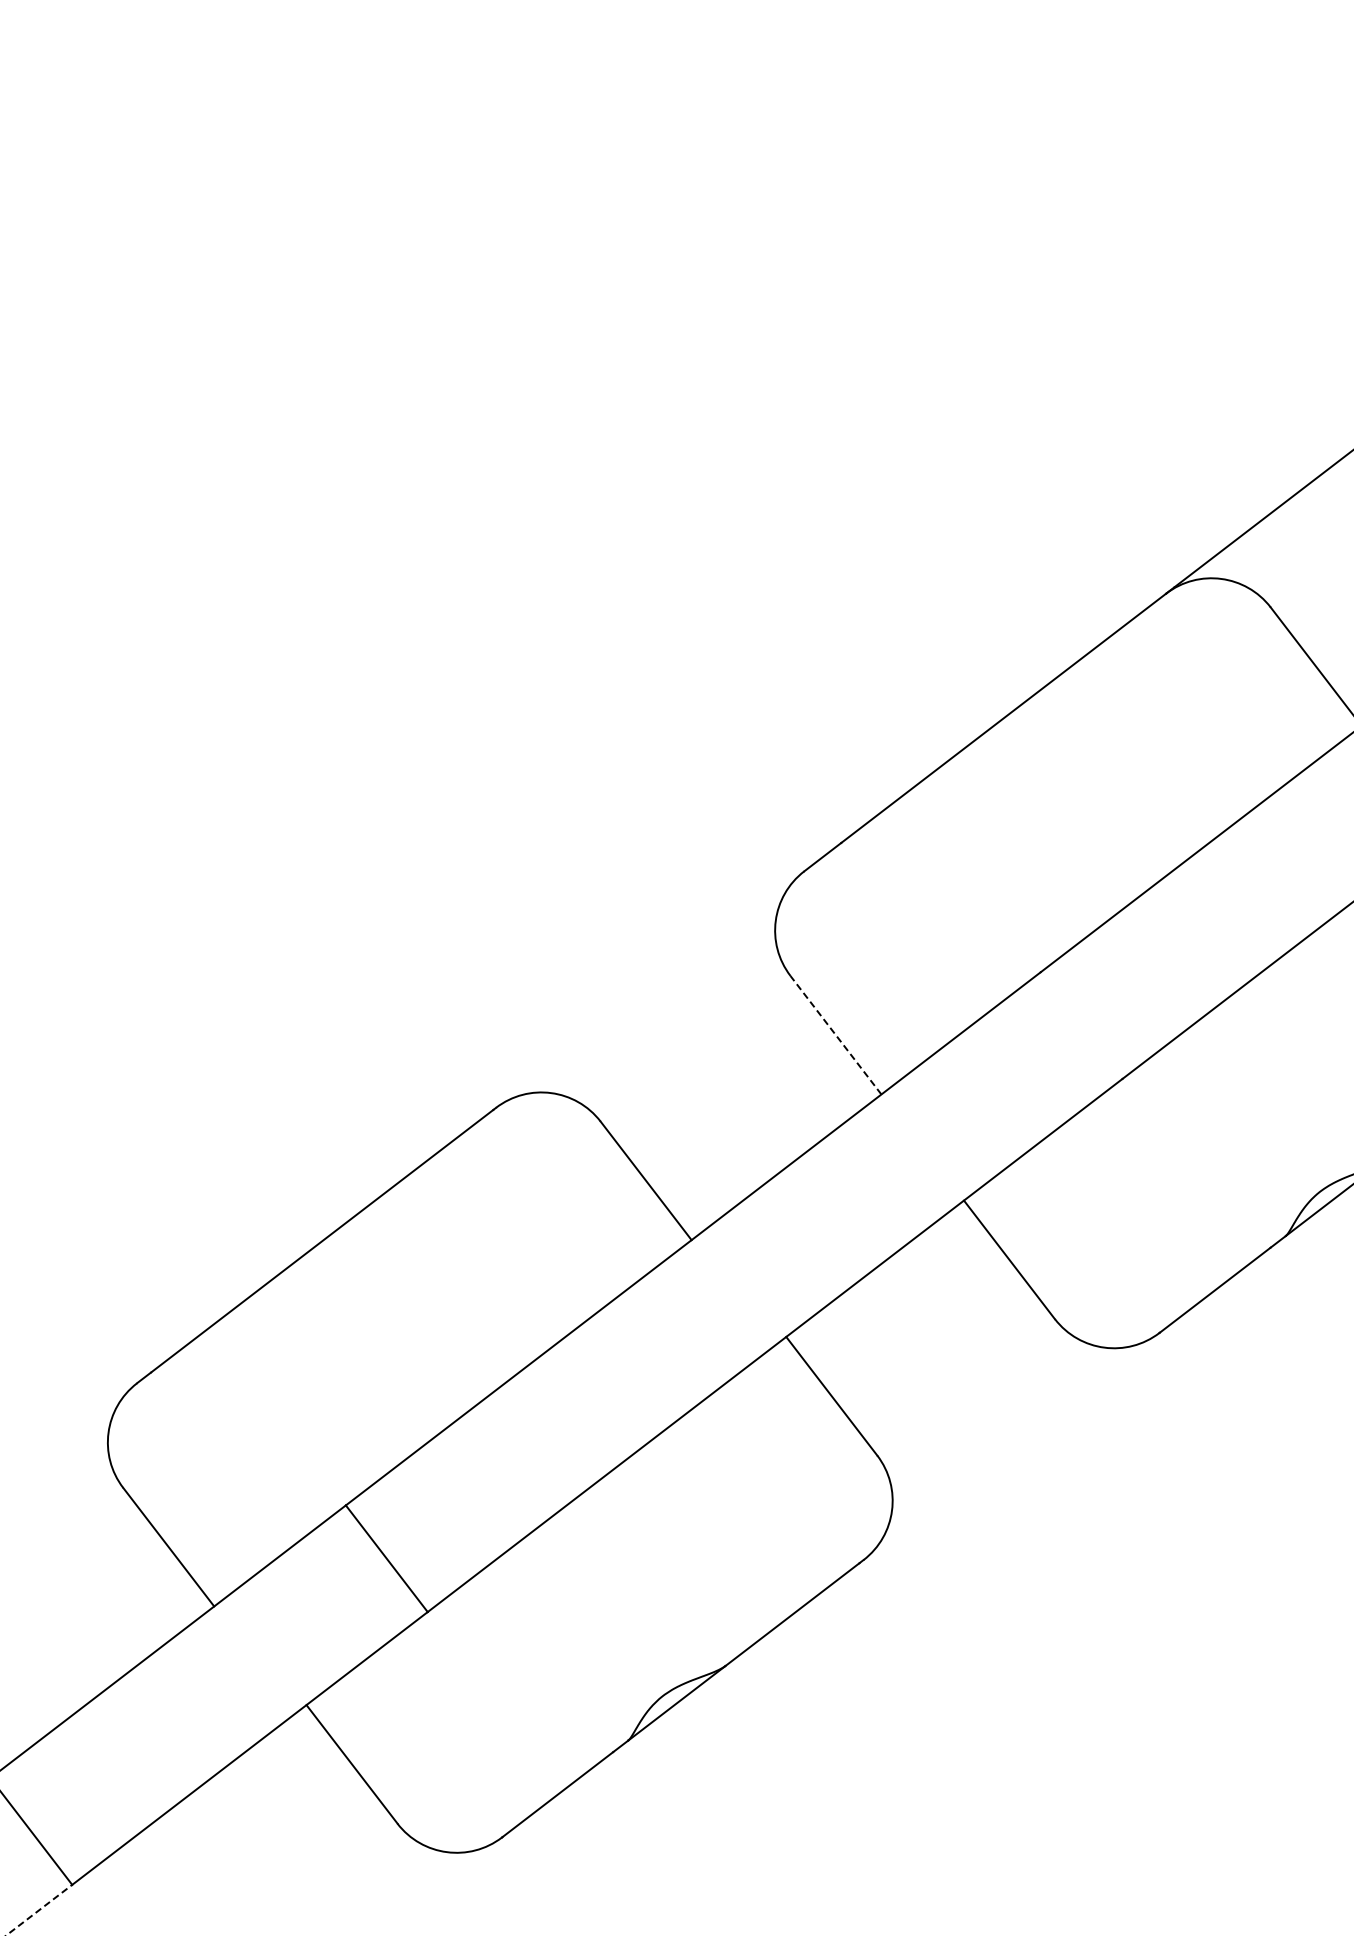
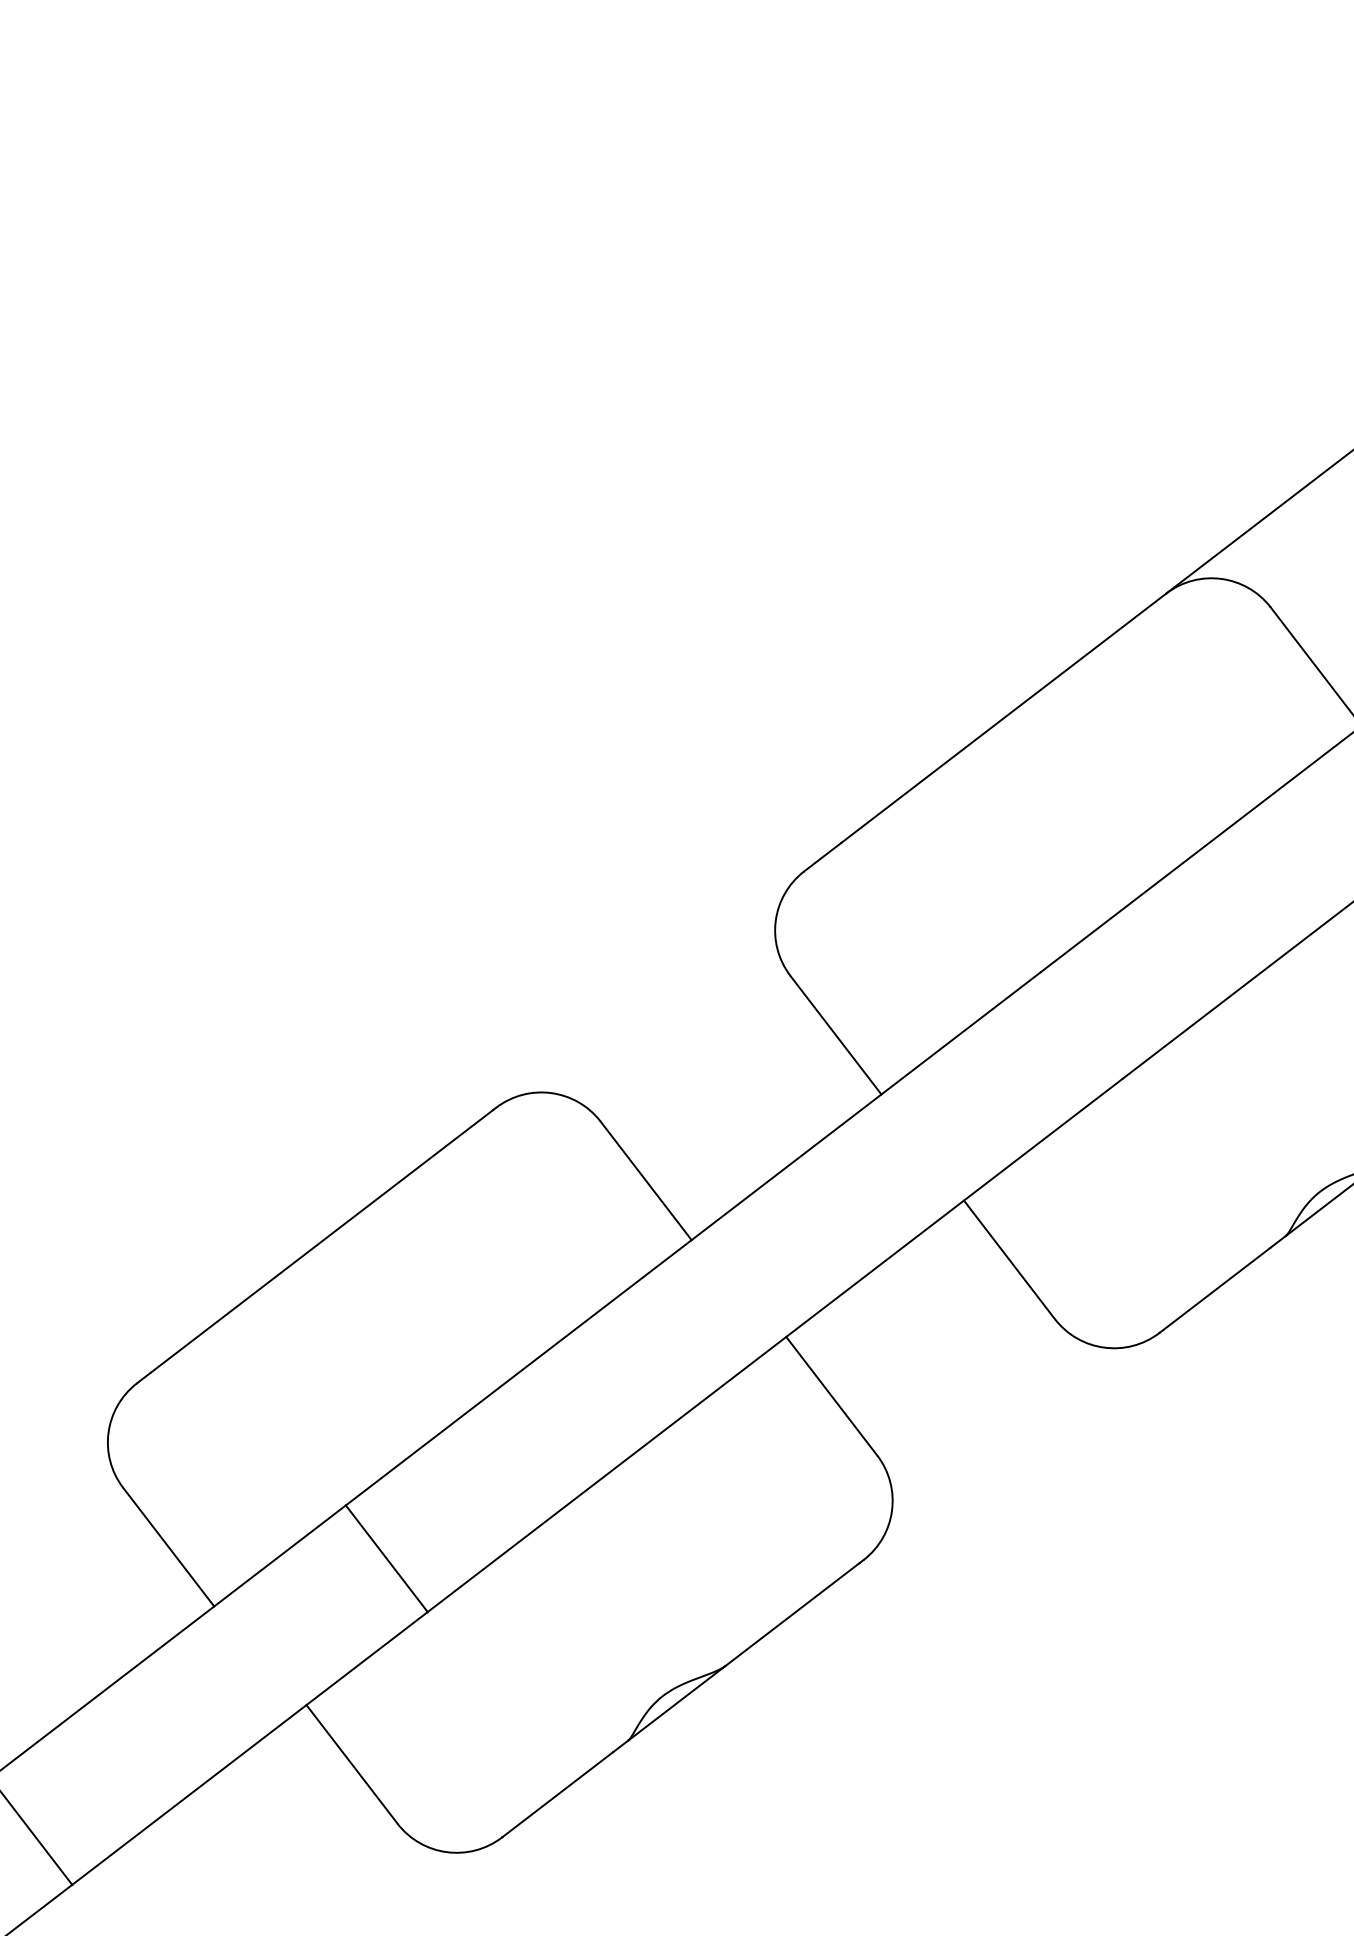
line at (835, 1035): dashed -> solid
line at (39, 1910): dashed -> solid
